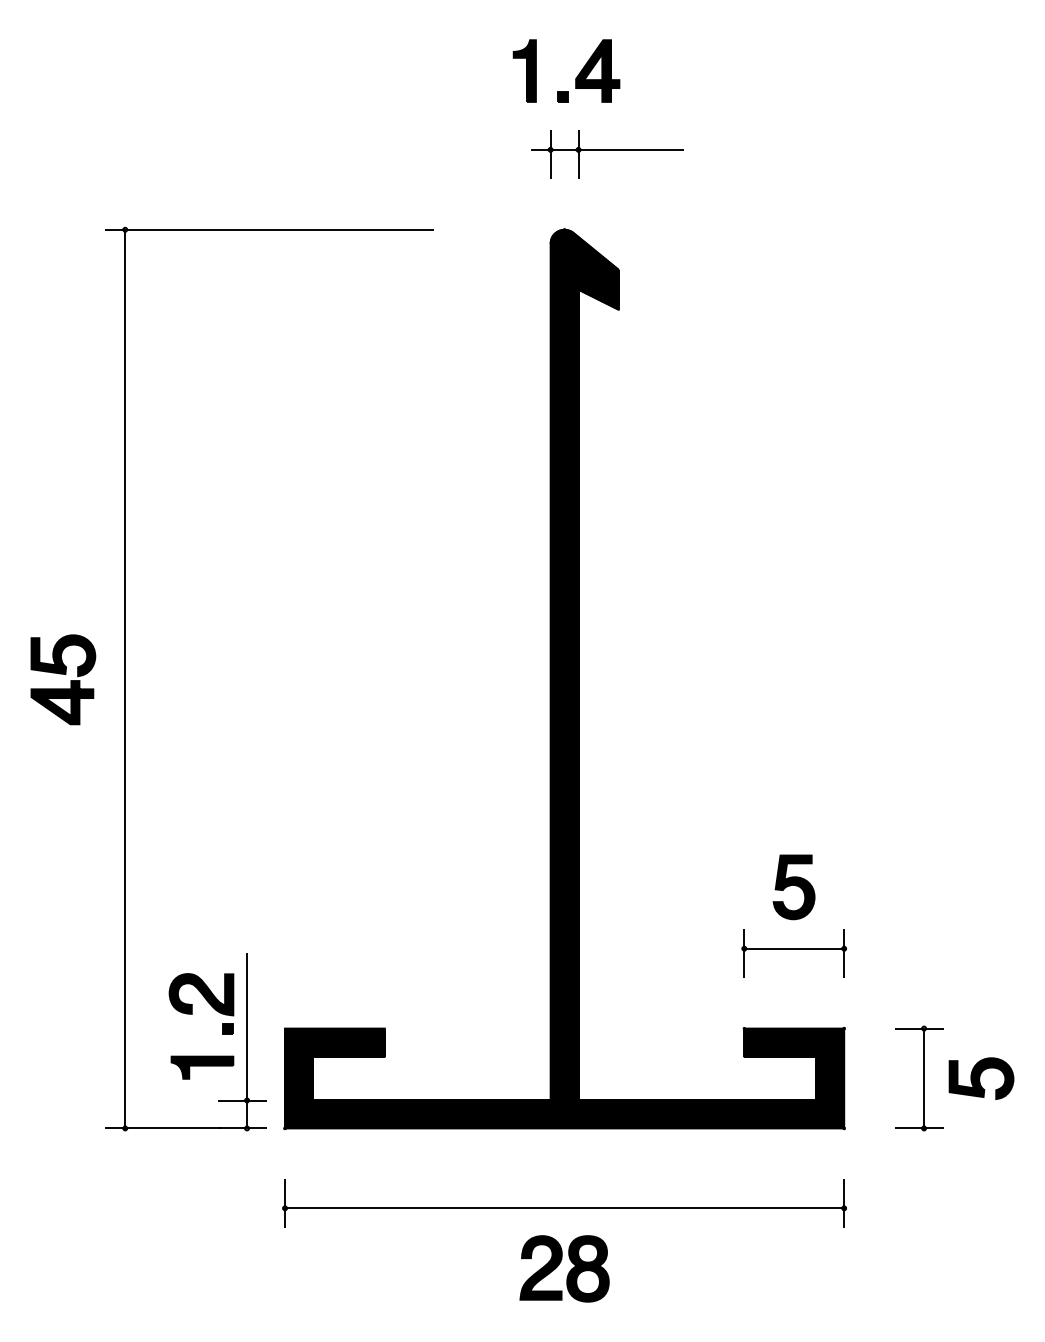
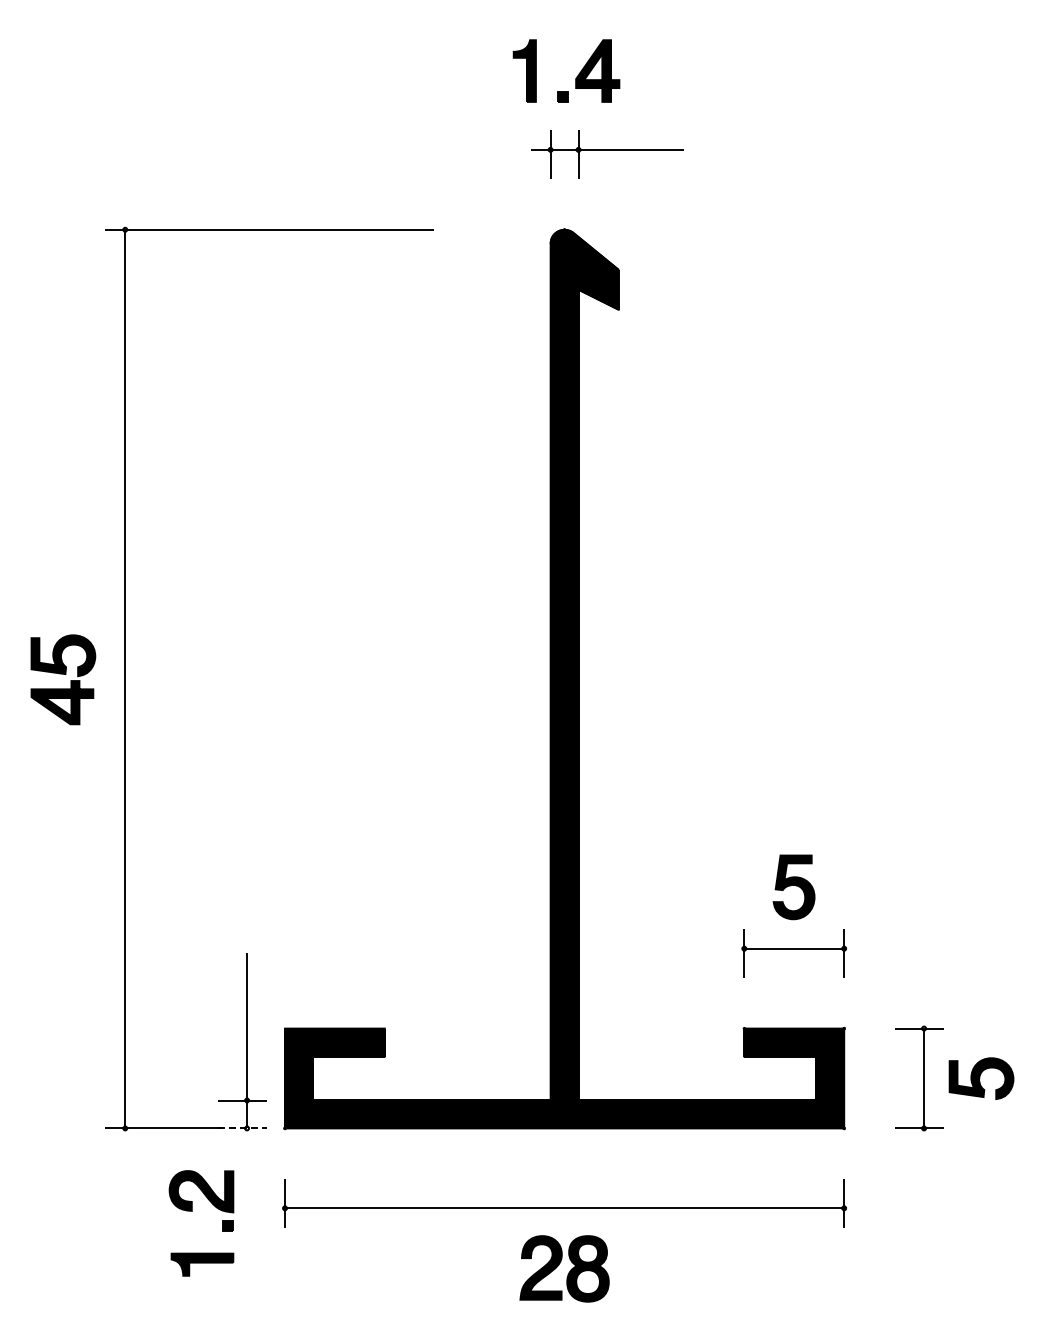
part at (192, 1014) position: (192, 1014) -> (192, 1211)
line at (242, 1128): solid -> dashed
